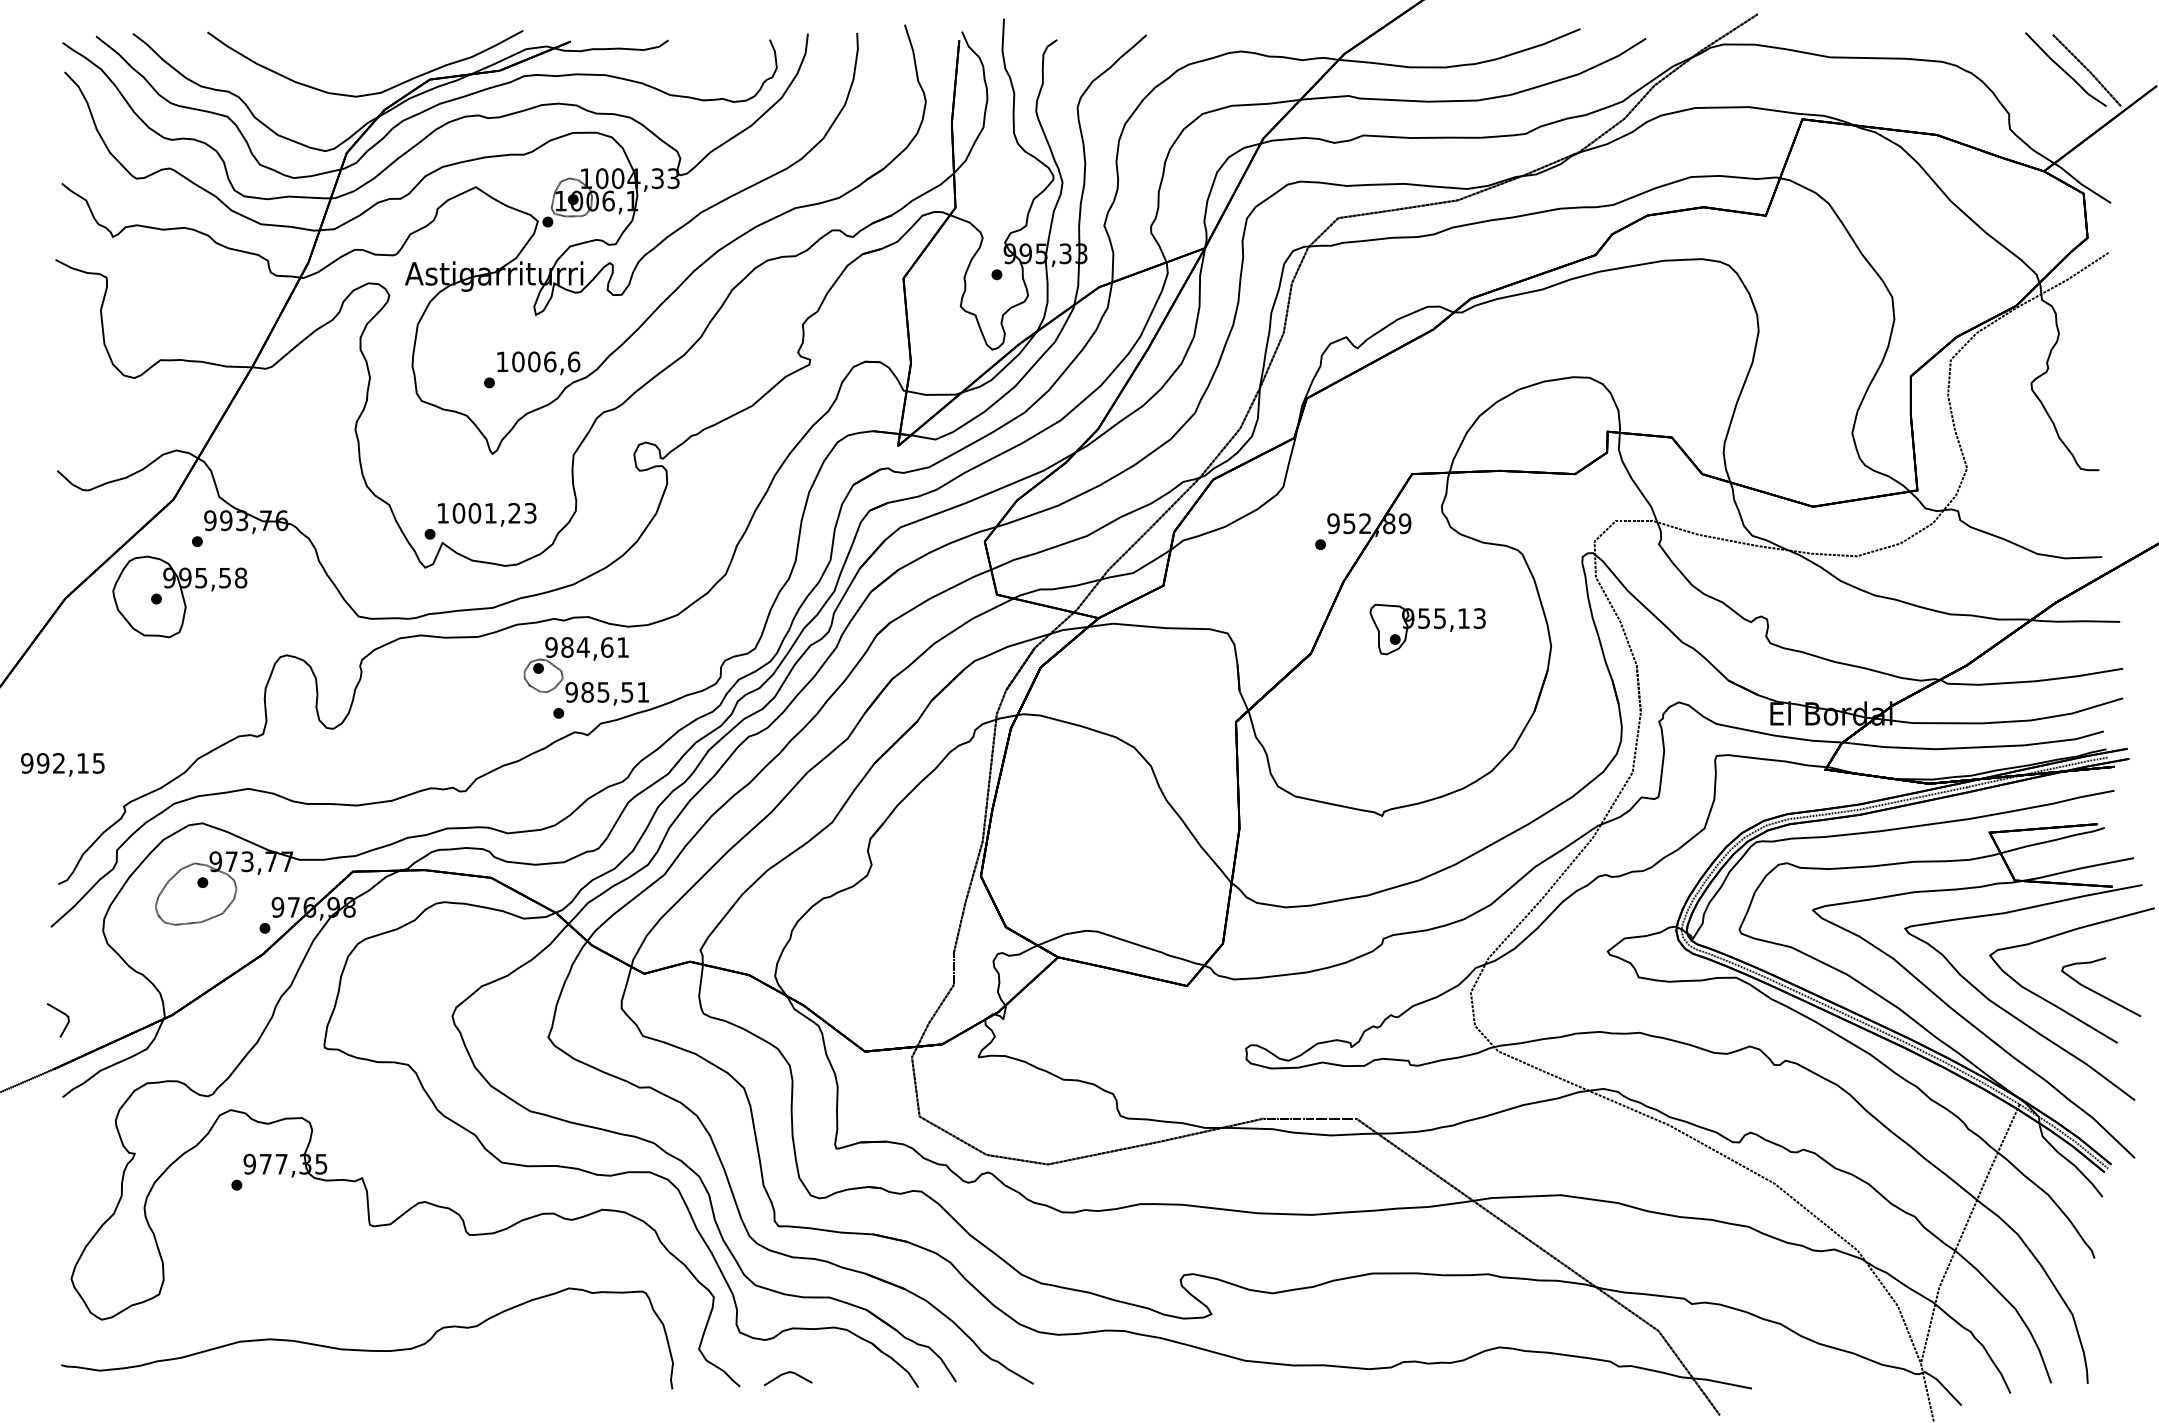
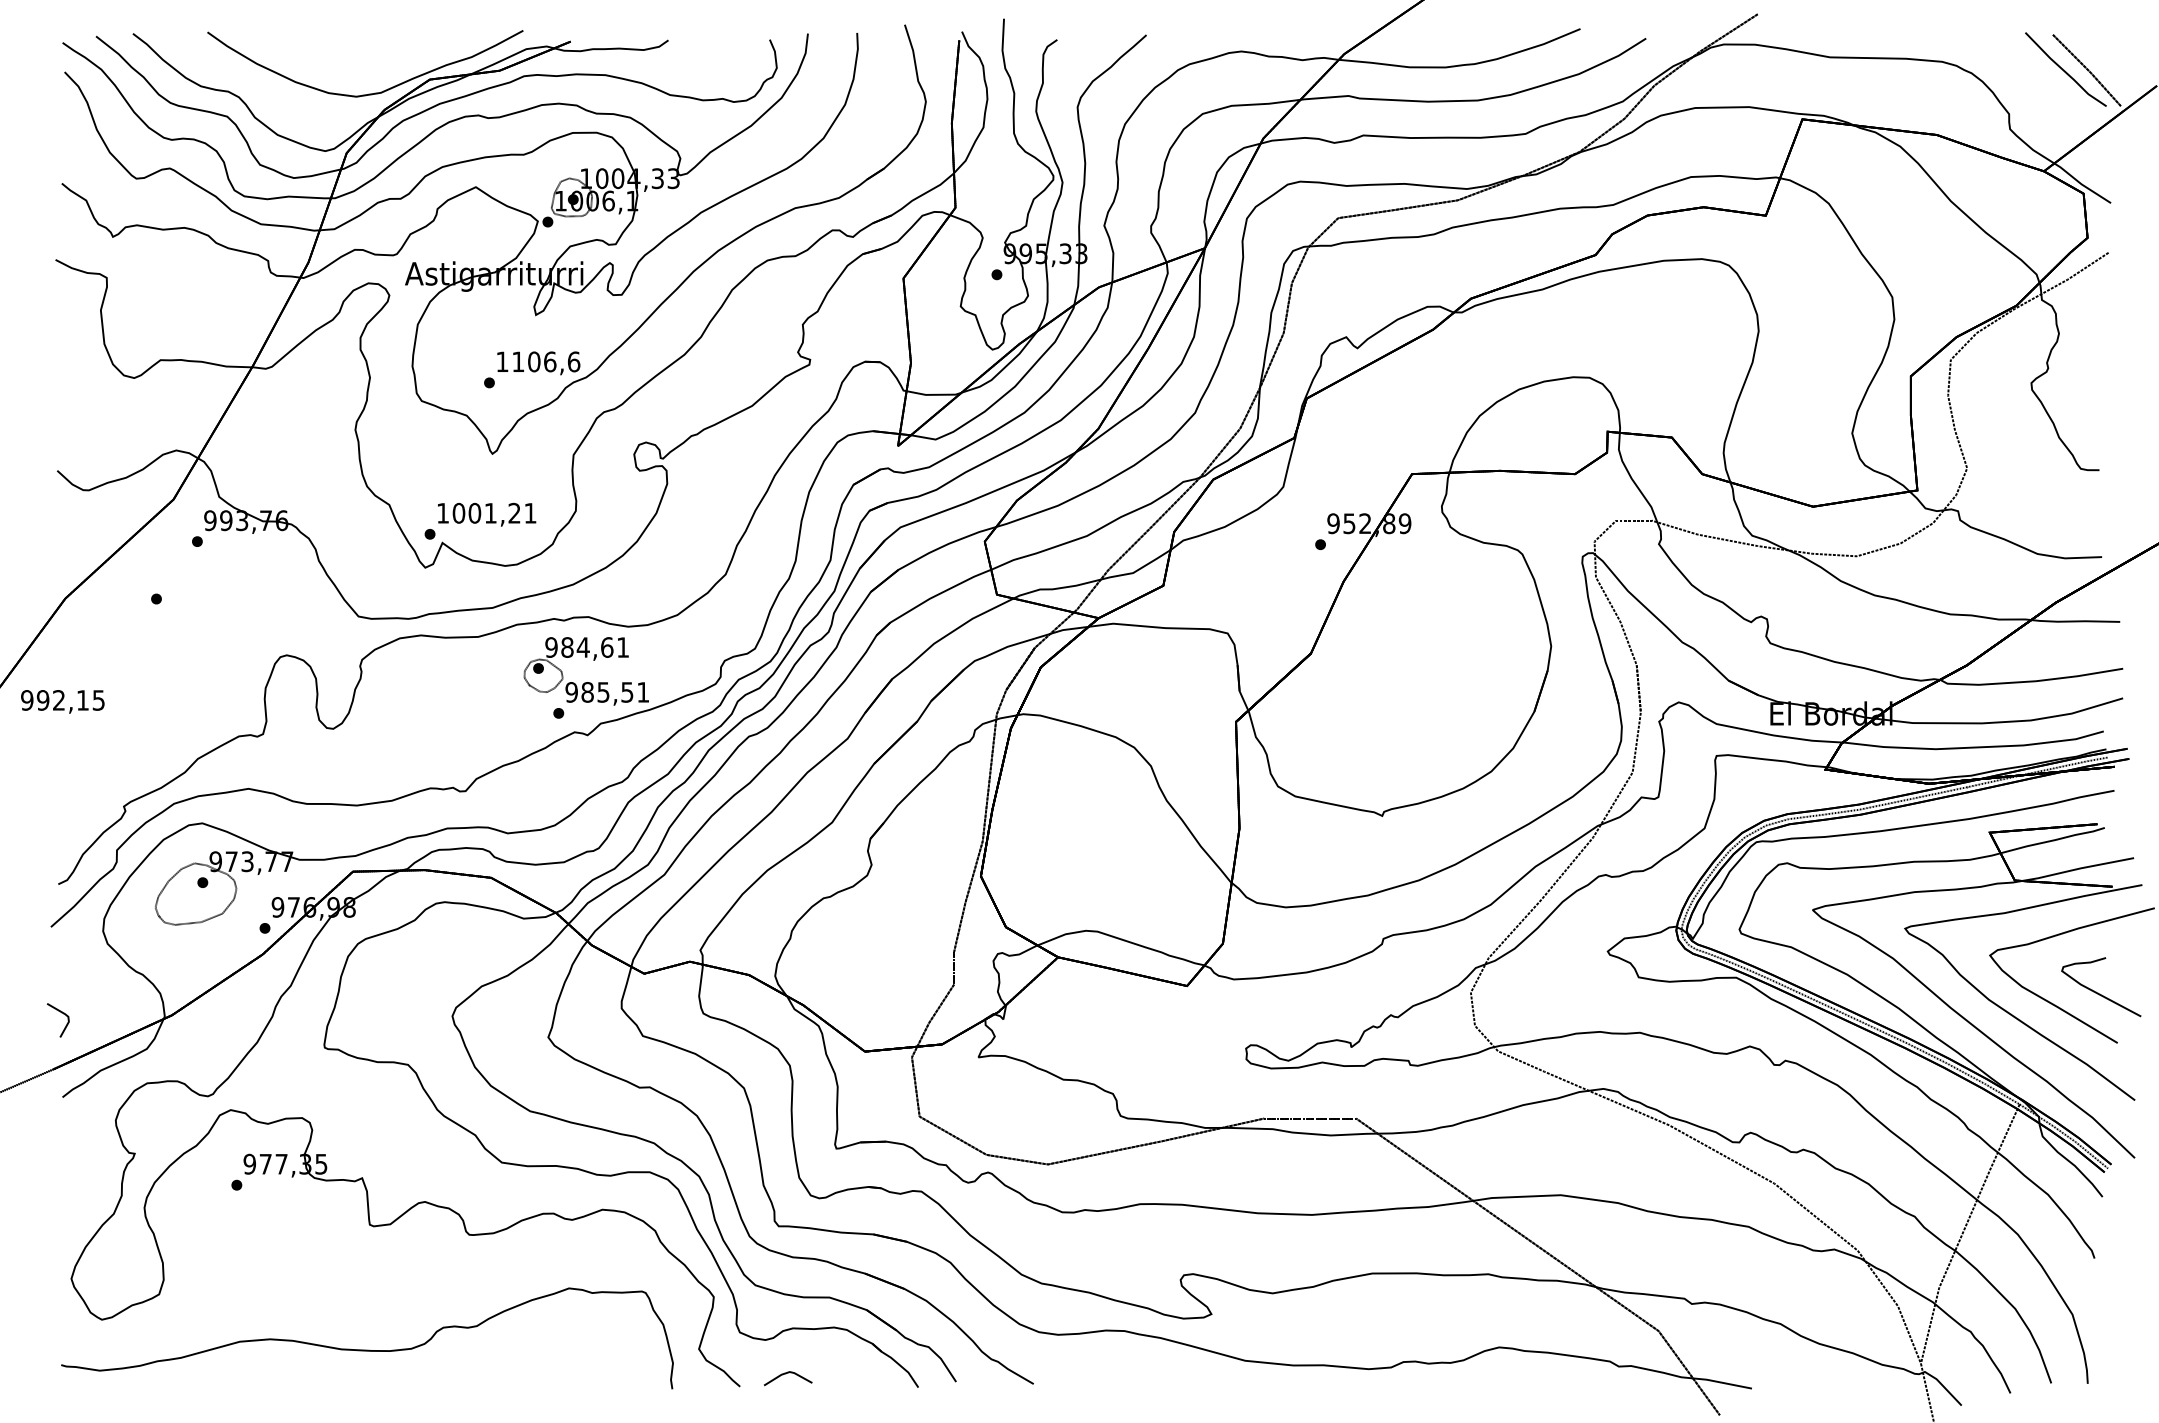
text at (518, 361): 1006,6 -> 1106,6
text at (530, 512): 1001,23 -> 1001,21
part at (179, 596): present -> none
part at (1427, 629): present -> none
text at (62, 764) position: (62, 764) -> (62, 701)
